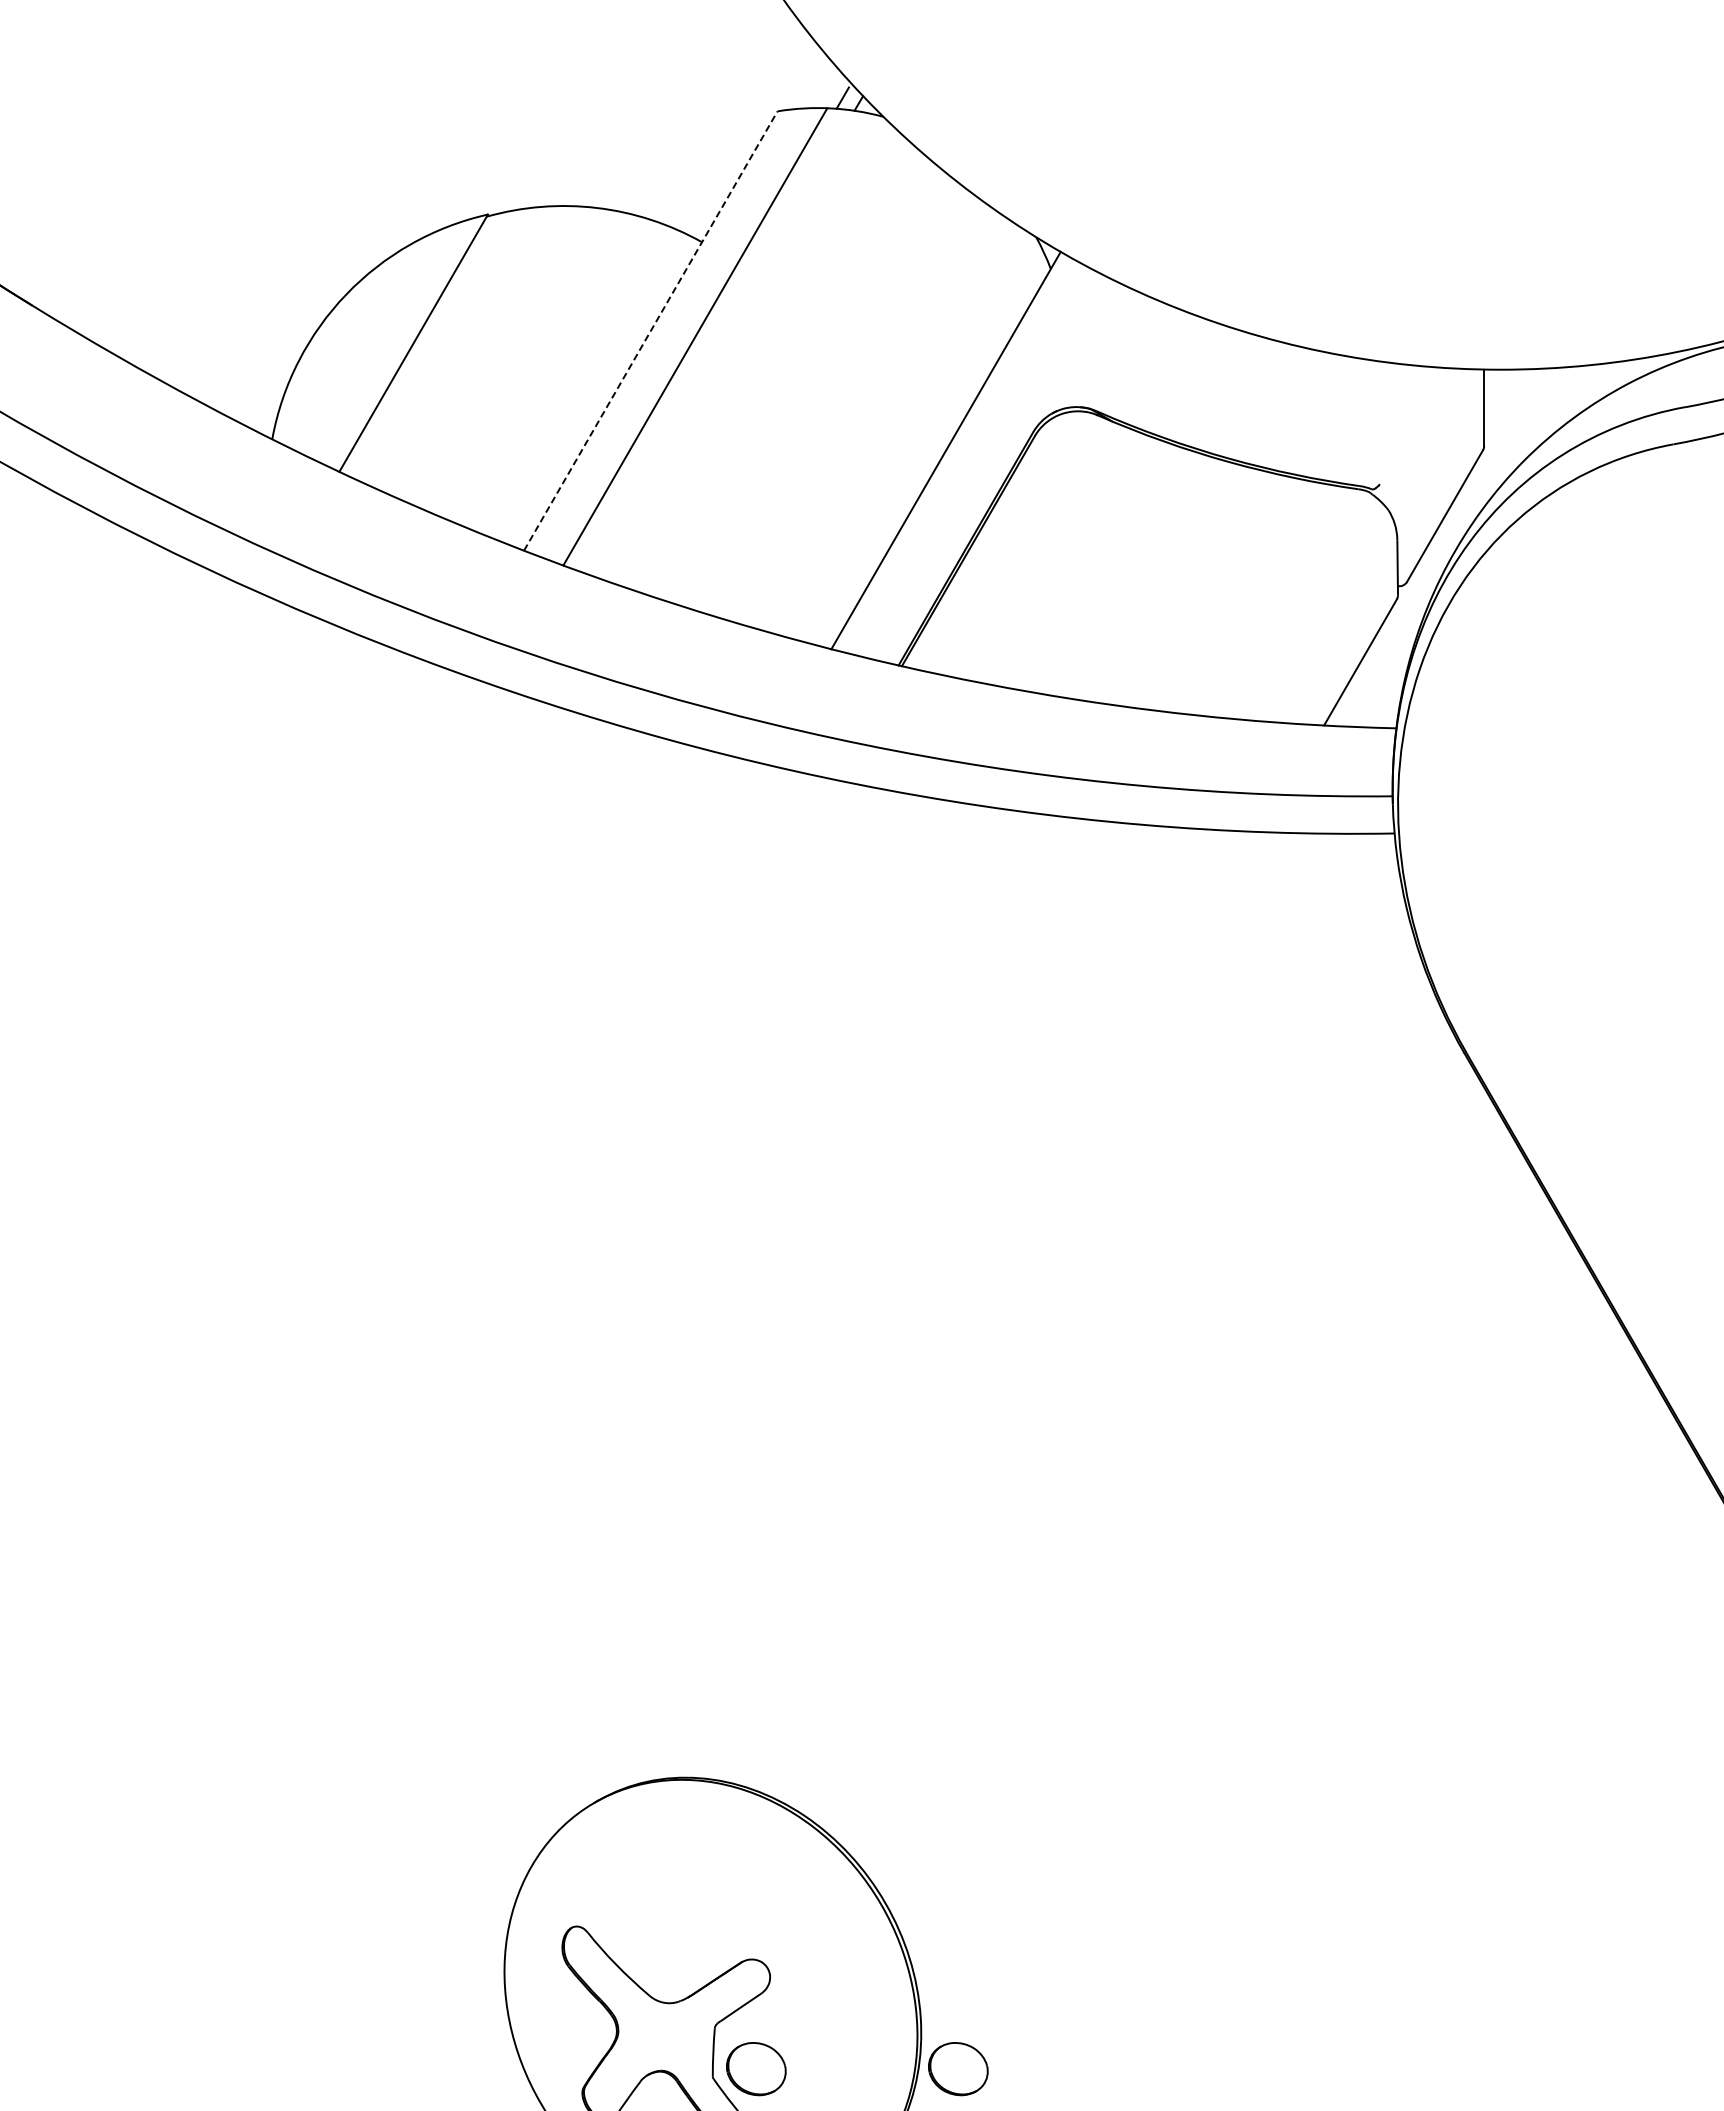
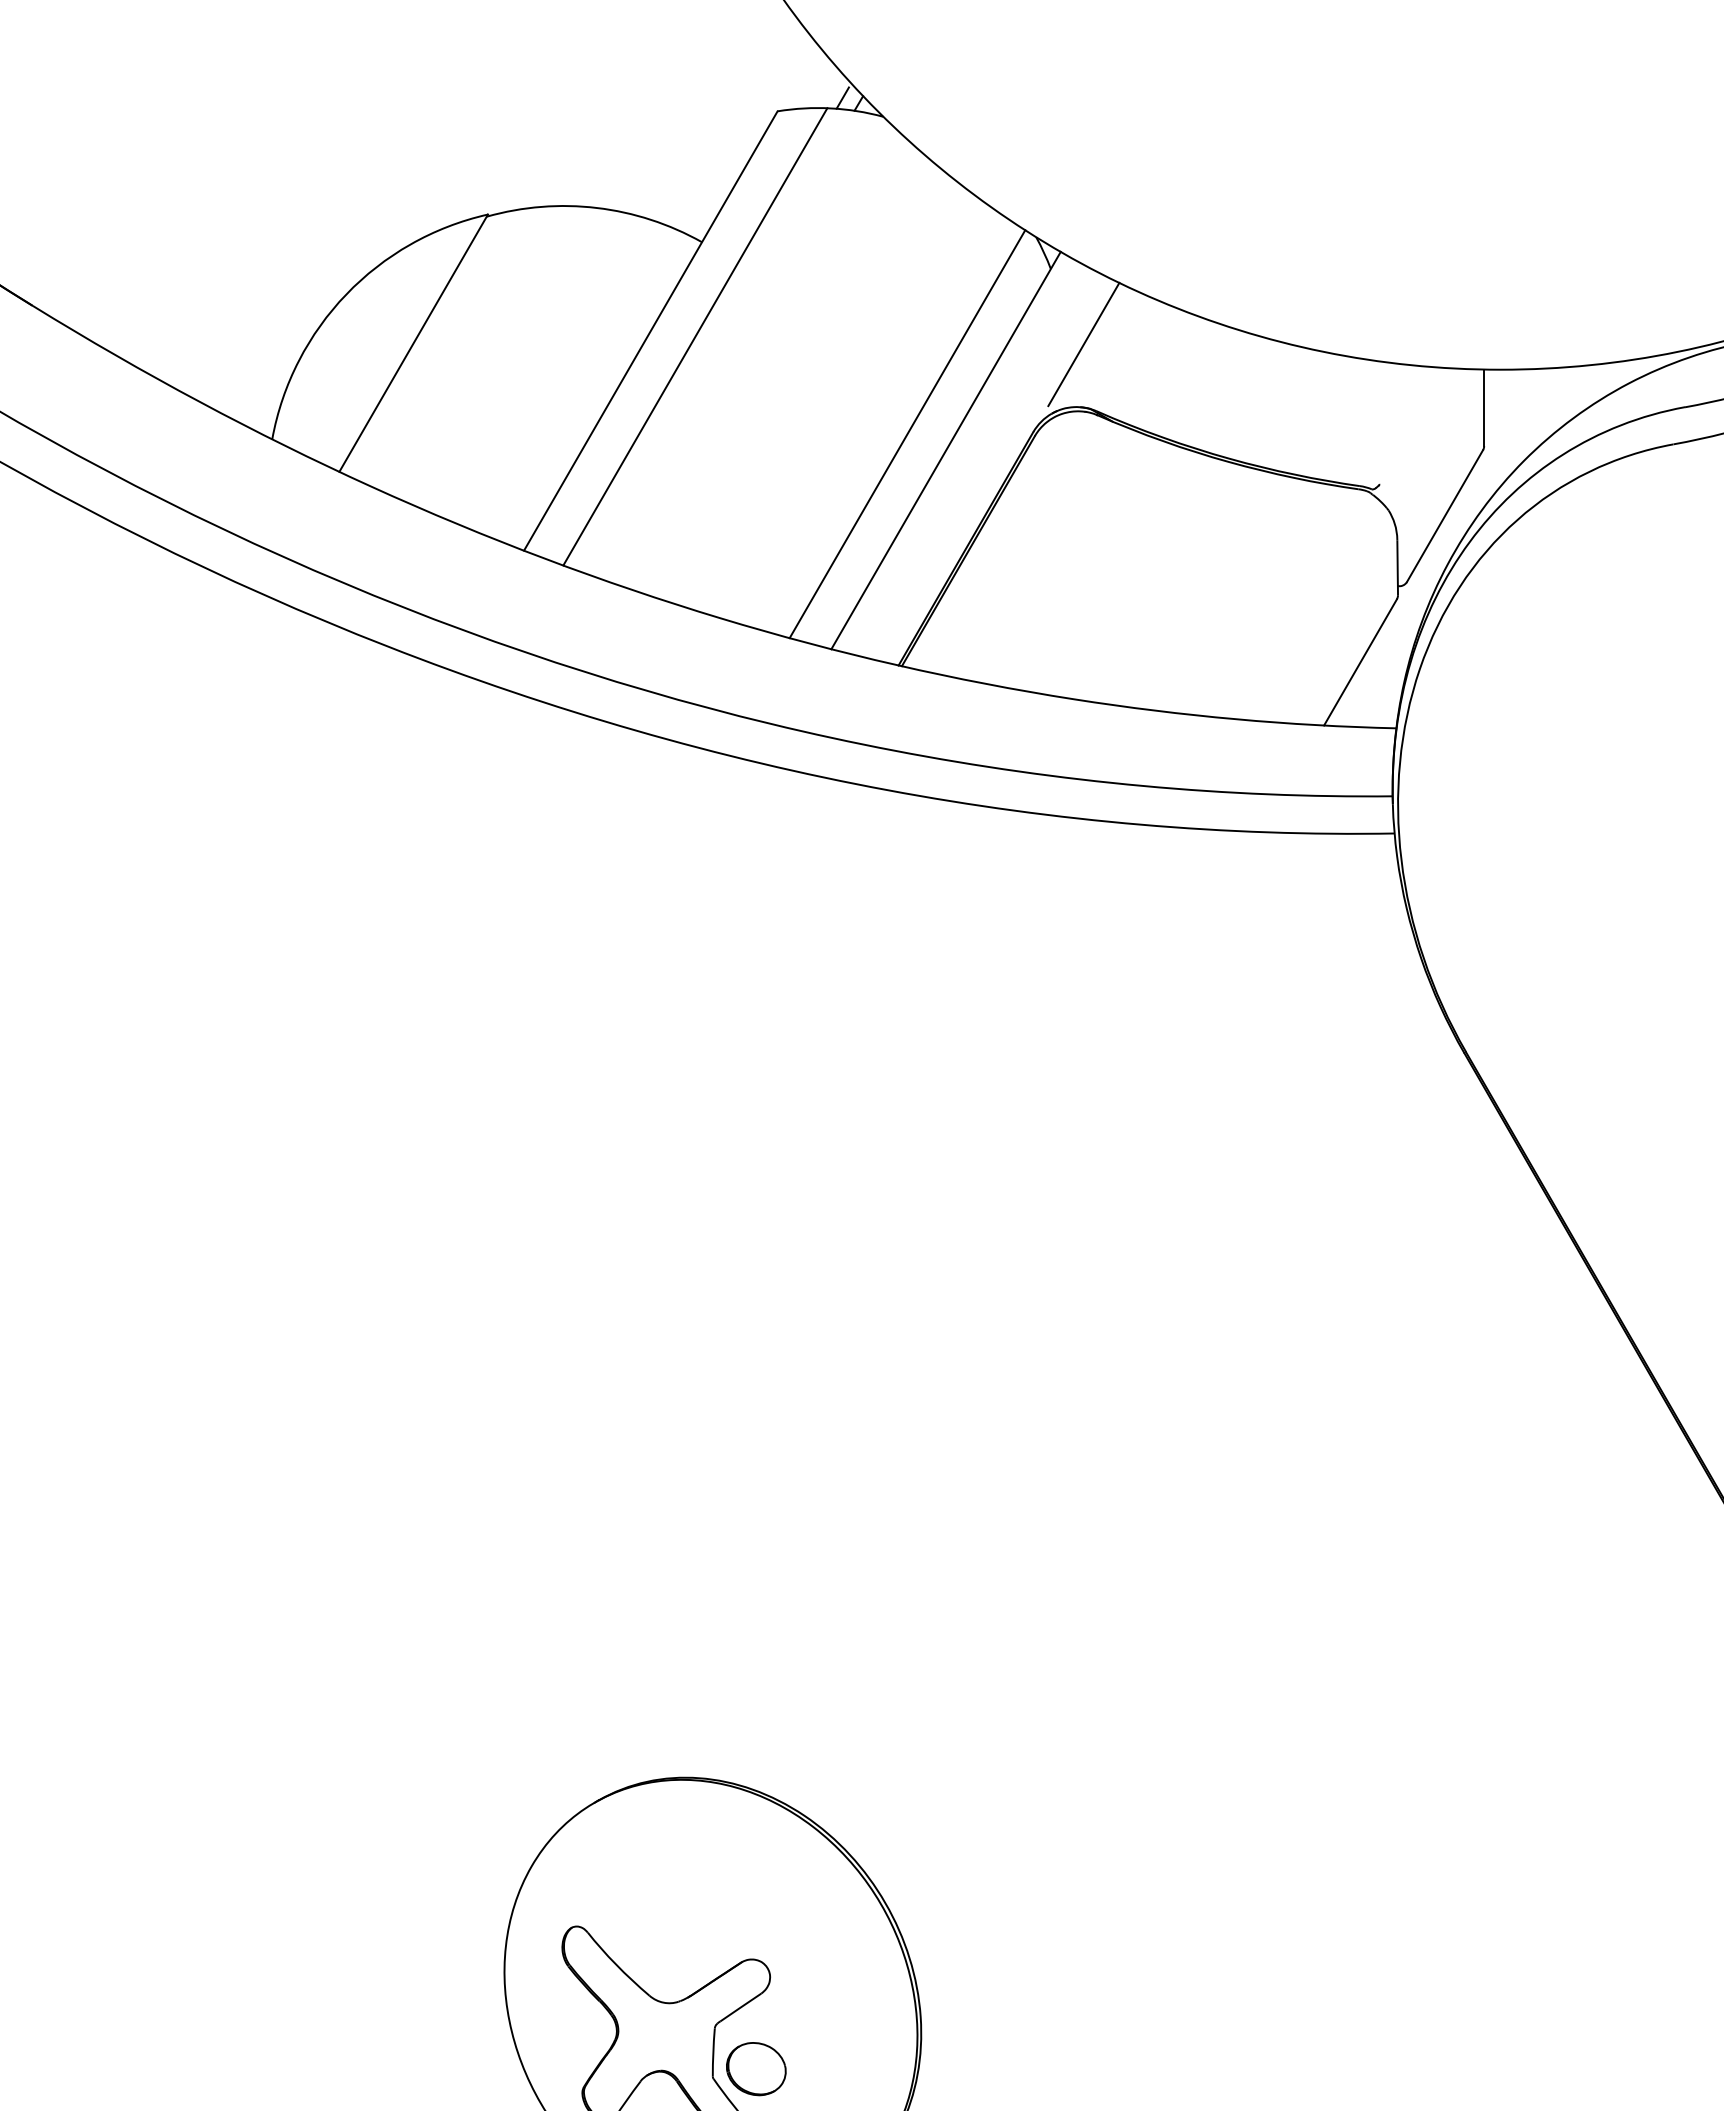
line at (650, 331): dashed -> solid
line at (1083, 344): none -> present
line at (907, 434): none -> present
part at (958, 2069): present -> none
